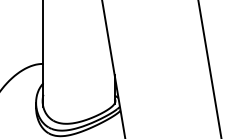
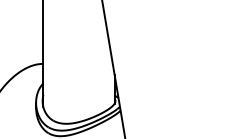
line at (209, 68): present -> none
